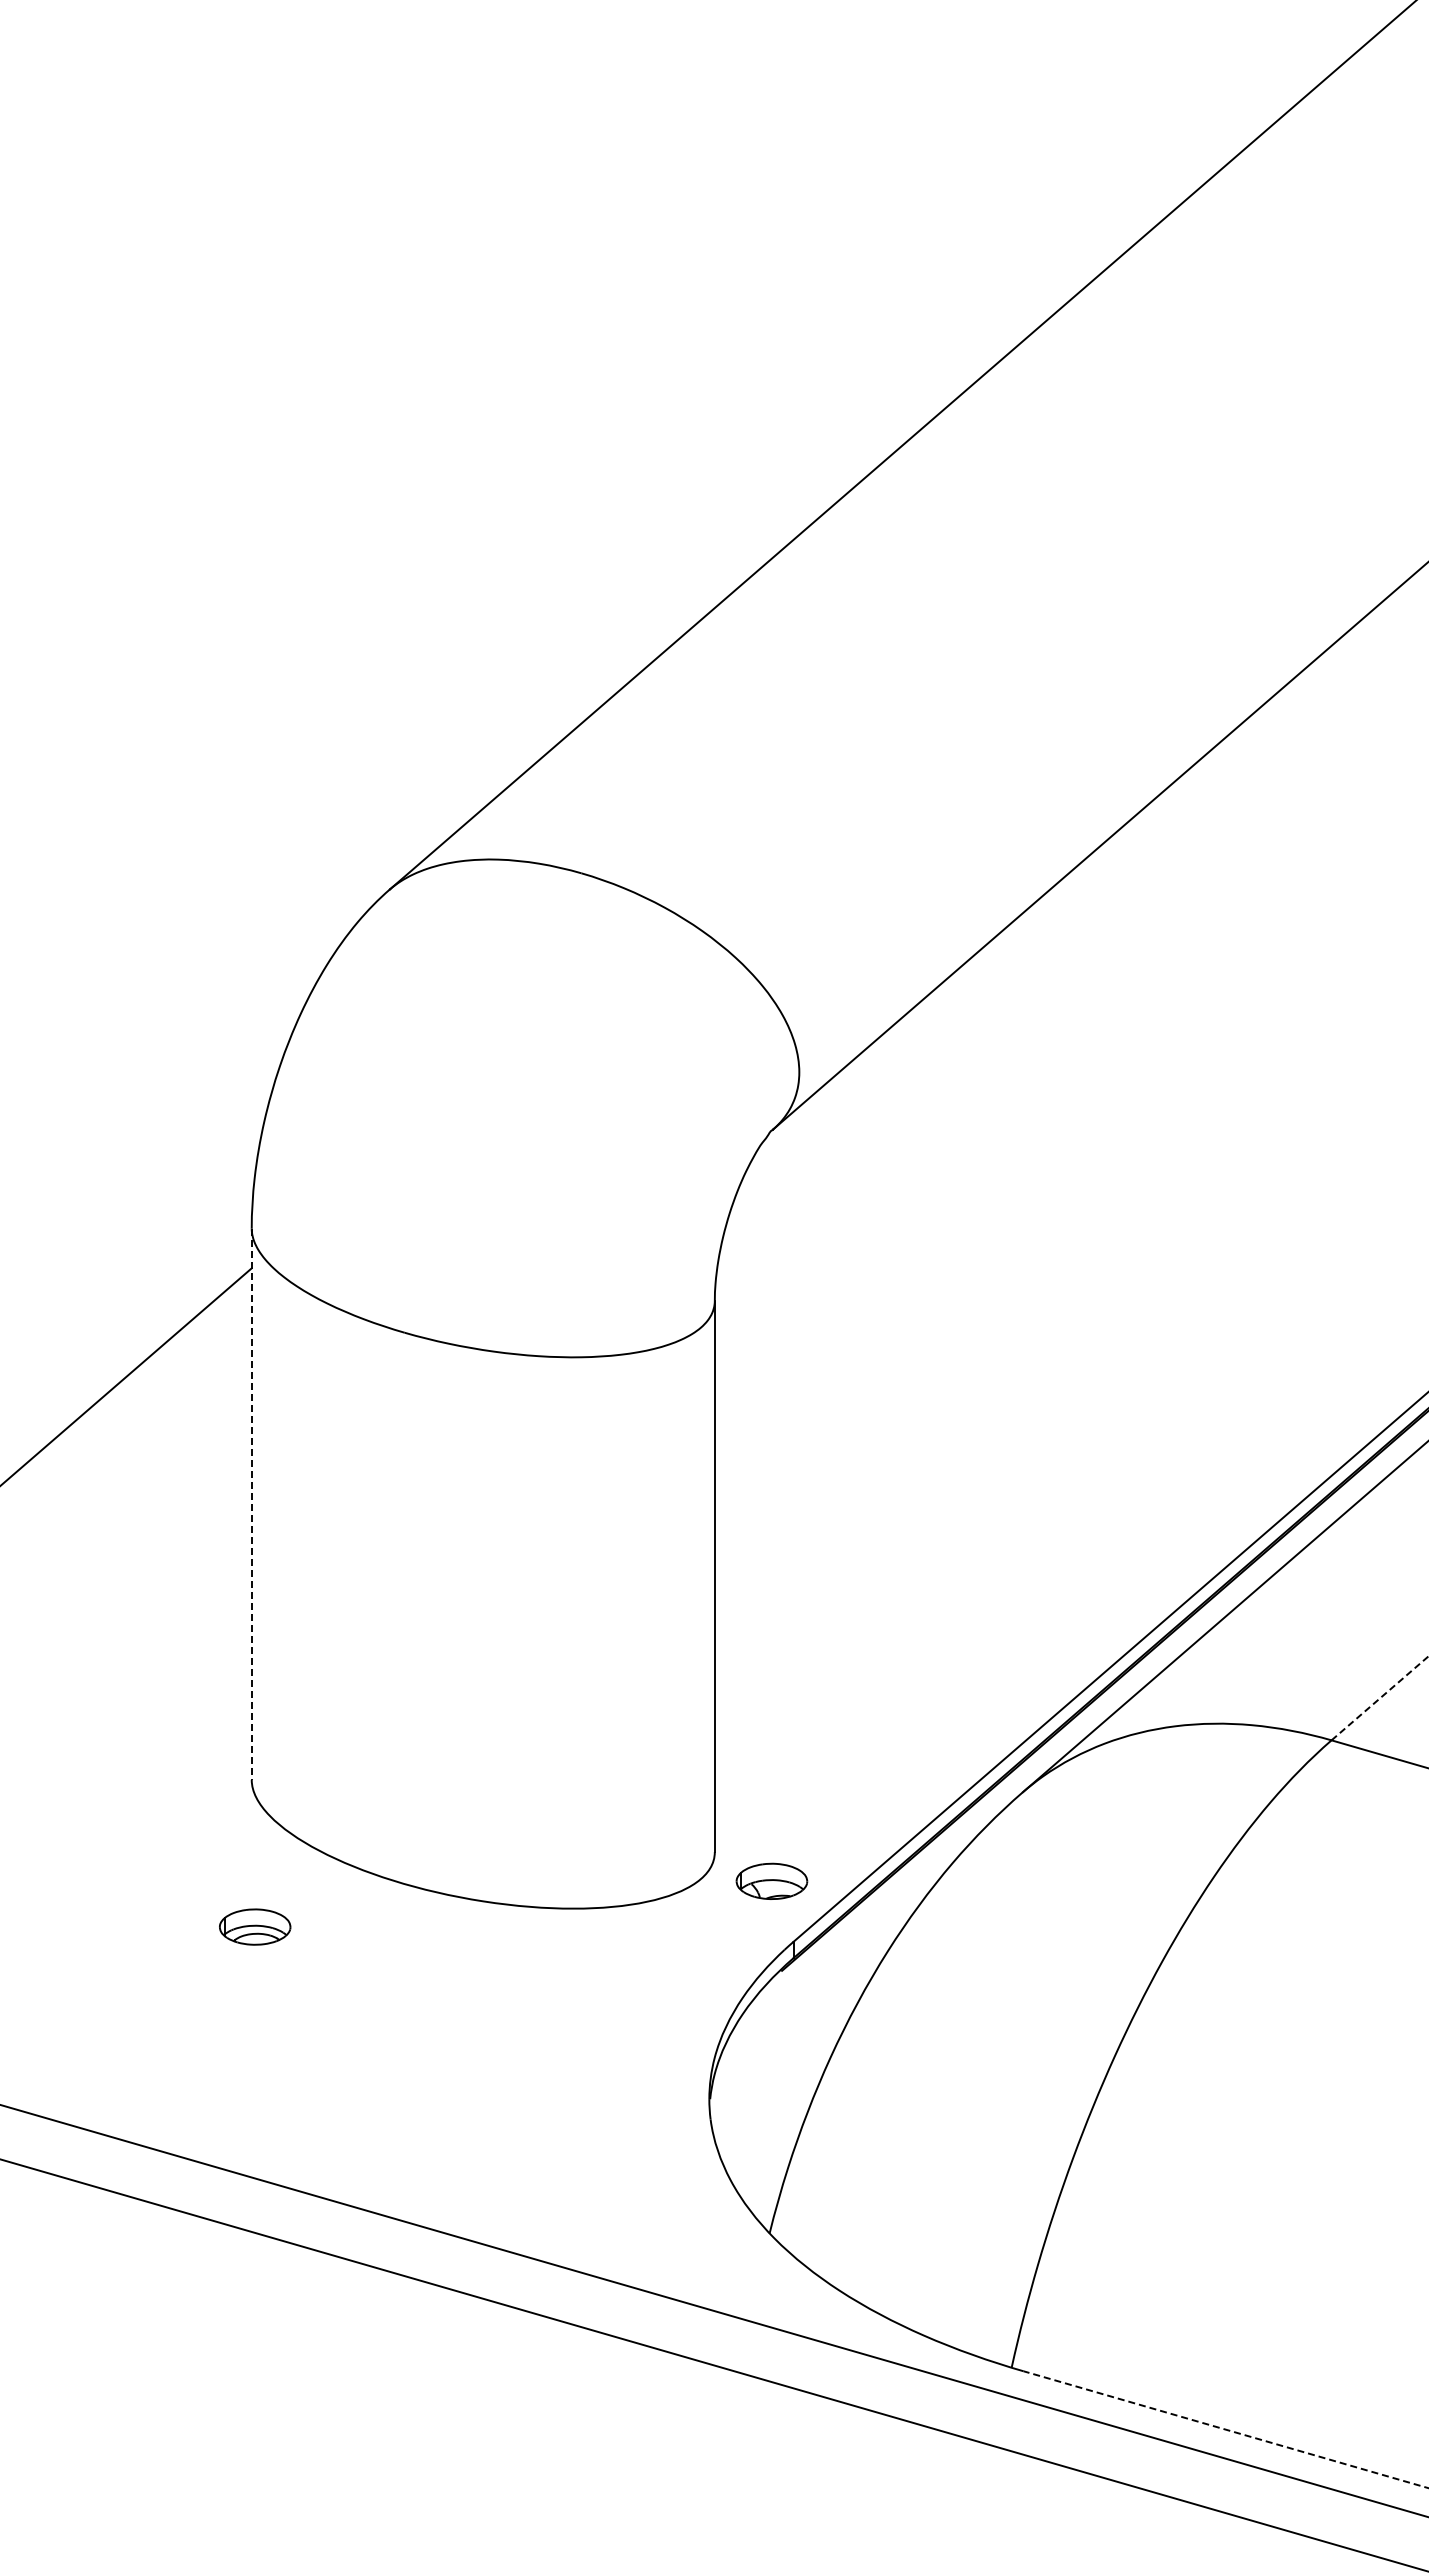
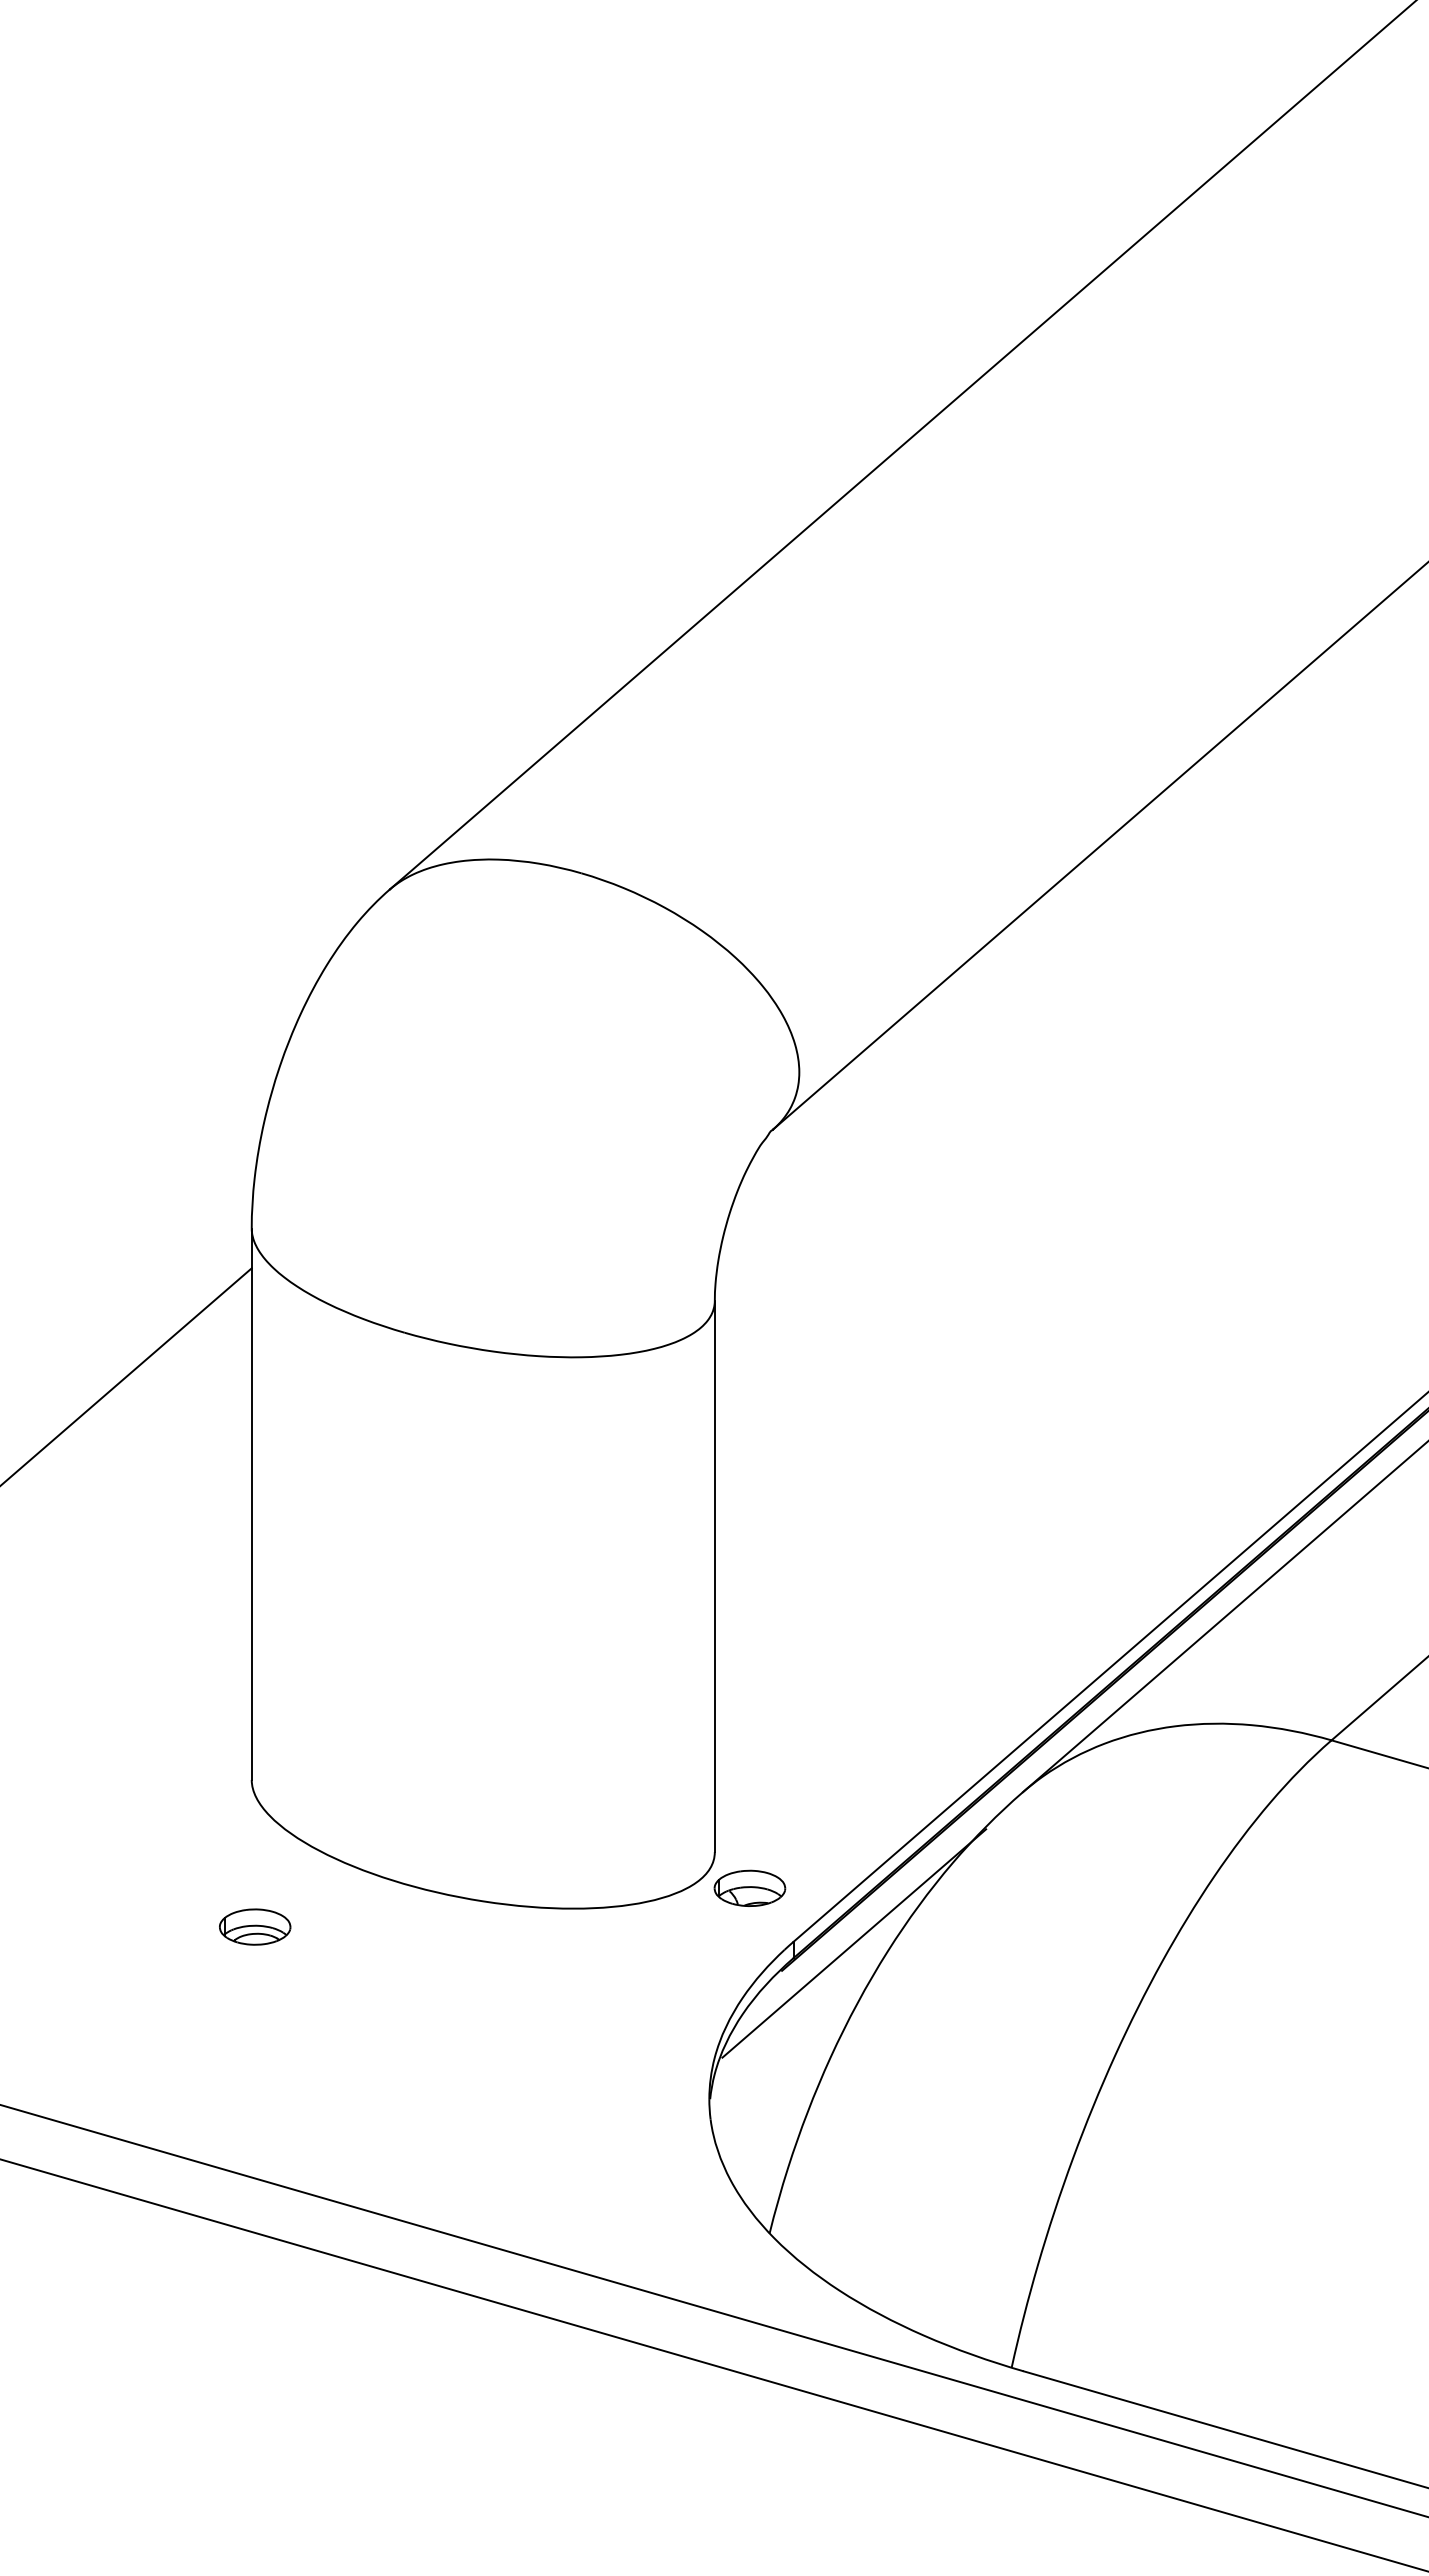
line at (251, 1504): dashed -> solid
line at (1379, 1698): dashed -> solid
part at (771, 1880) position: (771, 1880) -> (749, 1887)
line at (854, 1943): none -> present
line at (1225, 2429): dashed -> solid
